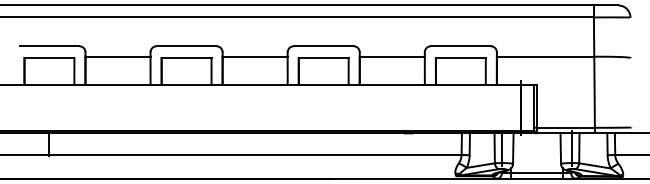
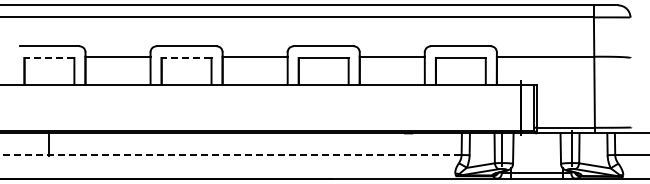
line at (48, 57): solid -> dashed
line at (186, 57): solid -> dashed
line at (231, 155): solid -> dashed
